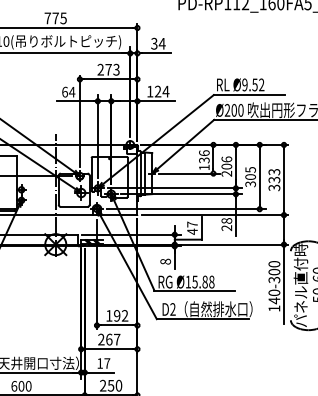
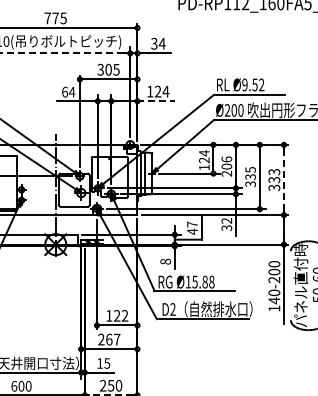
line at (63, 53): solid -> dashed
text at (108, 69): 273 -> 305
line at (156, 101): solid -> dashed
text at (204, 156): 136 -> 124
text at (250, 177): 305 -> 335
line at (284, 180): solid -> dashed
text at (226, 224): 28 -> 32
text at (274, 279): 140-300 -> 140-200
text at (117, 315): 192 -> 122
text at (107, 363): 17 -> 15
line at (110, 395): solid -> dashed
